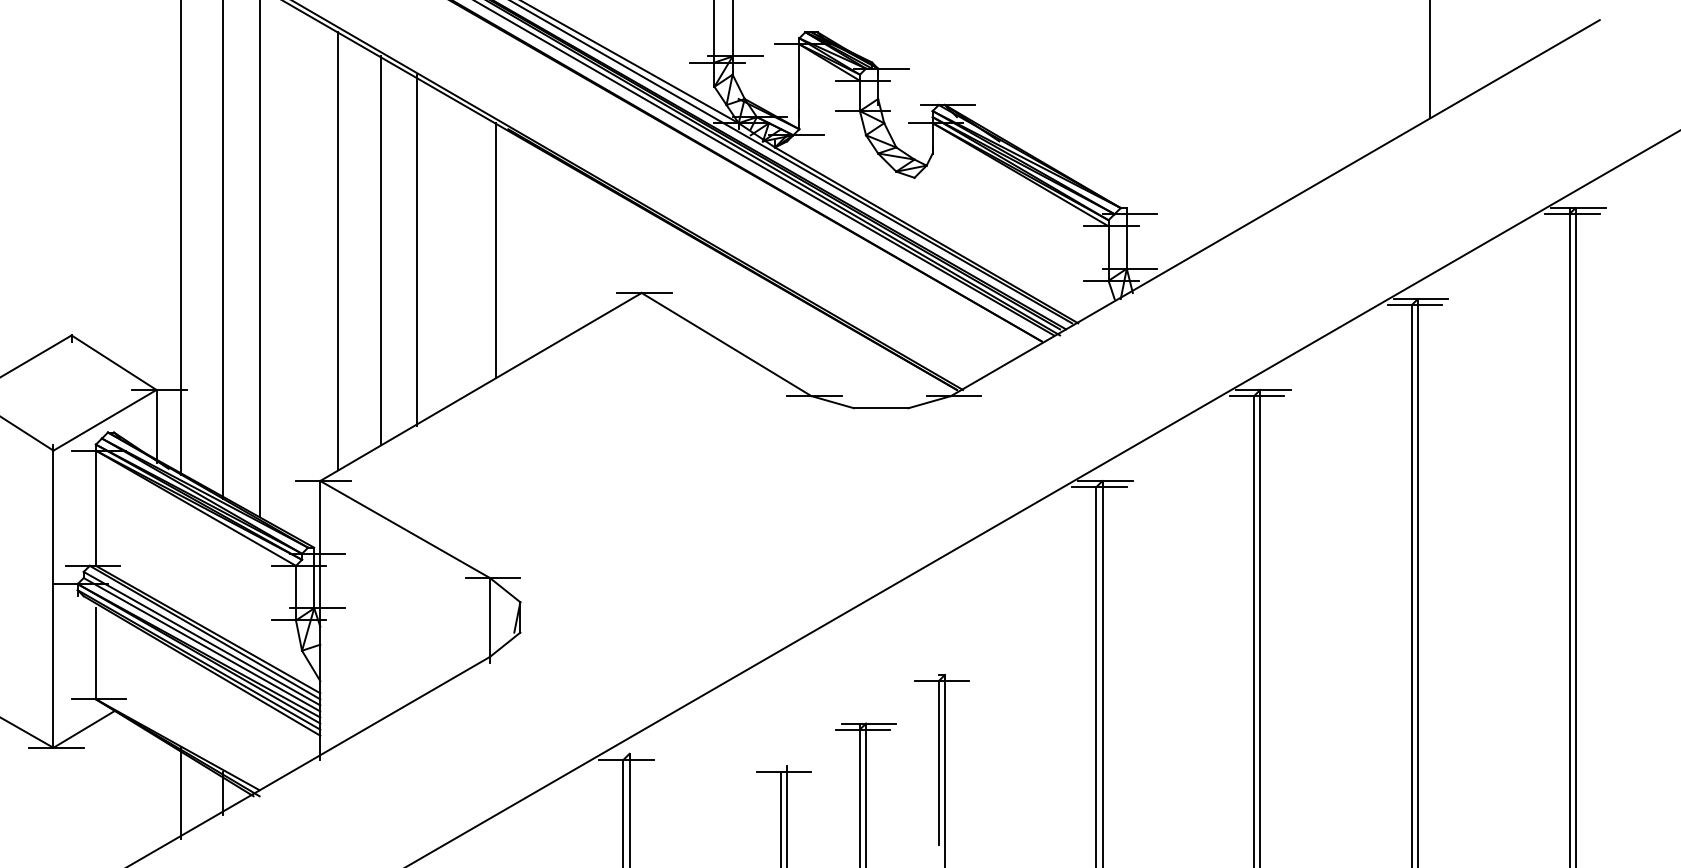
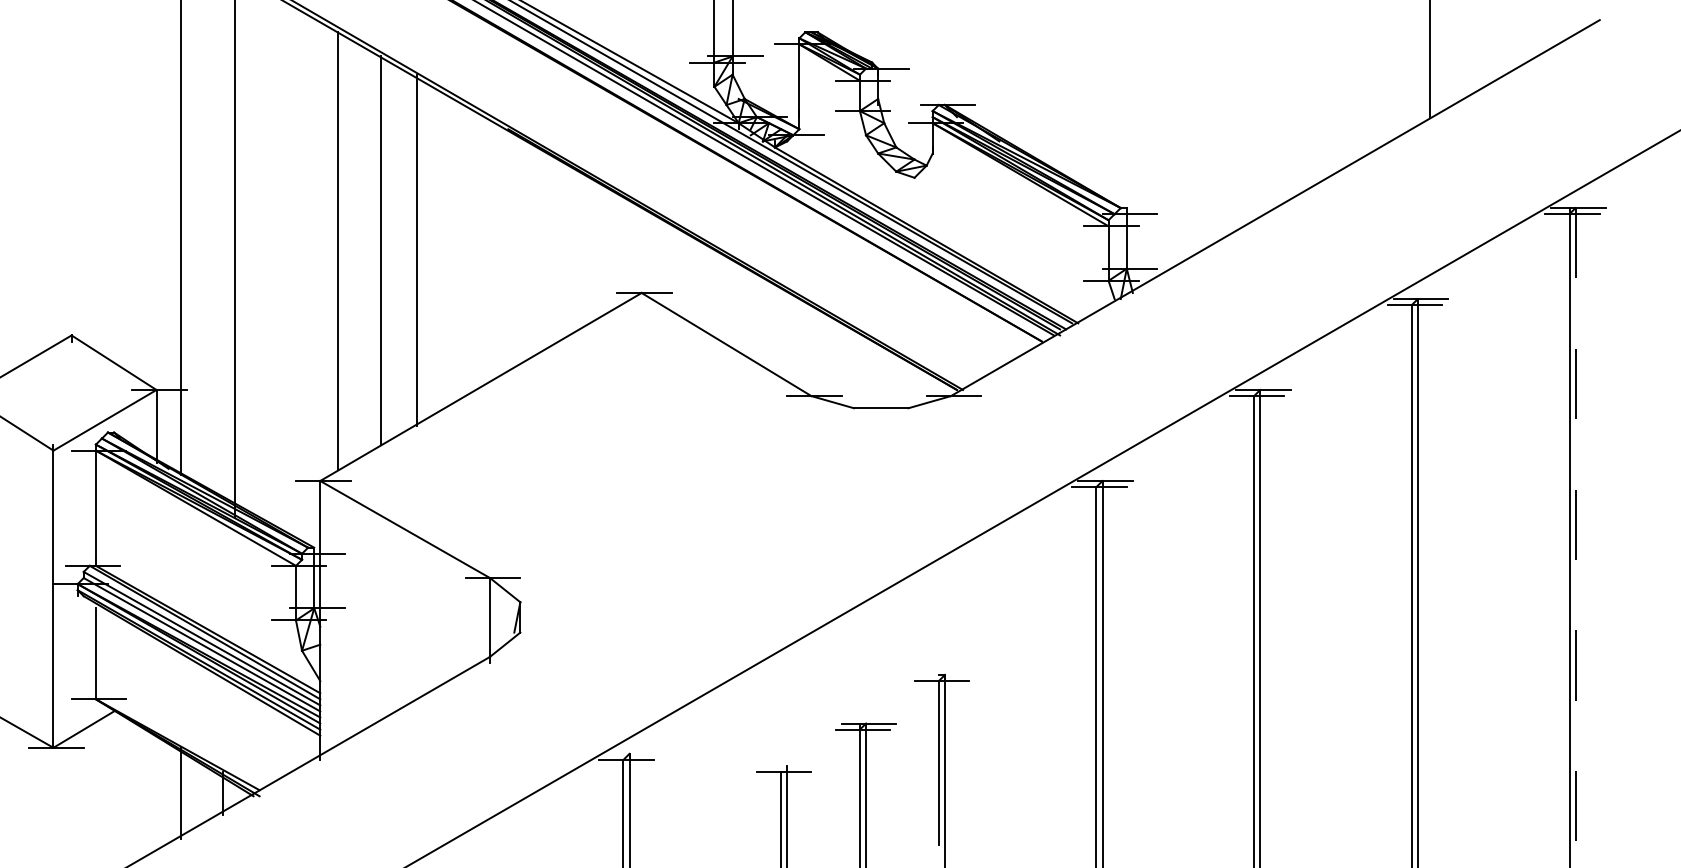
line at (223, 250): present -> none
line at (496, 250): present -> none
line at (259, 259) position: (259, 259) -> (234, 259)
line at (1575, 538): solid -> dashed
